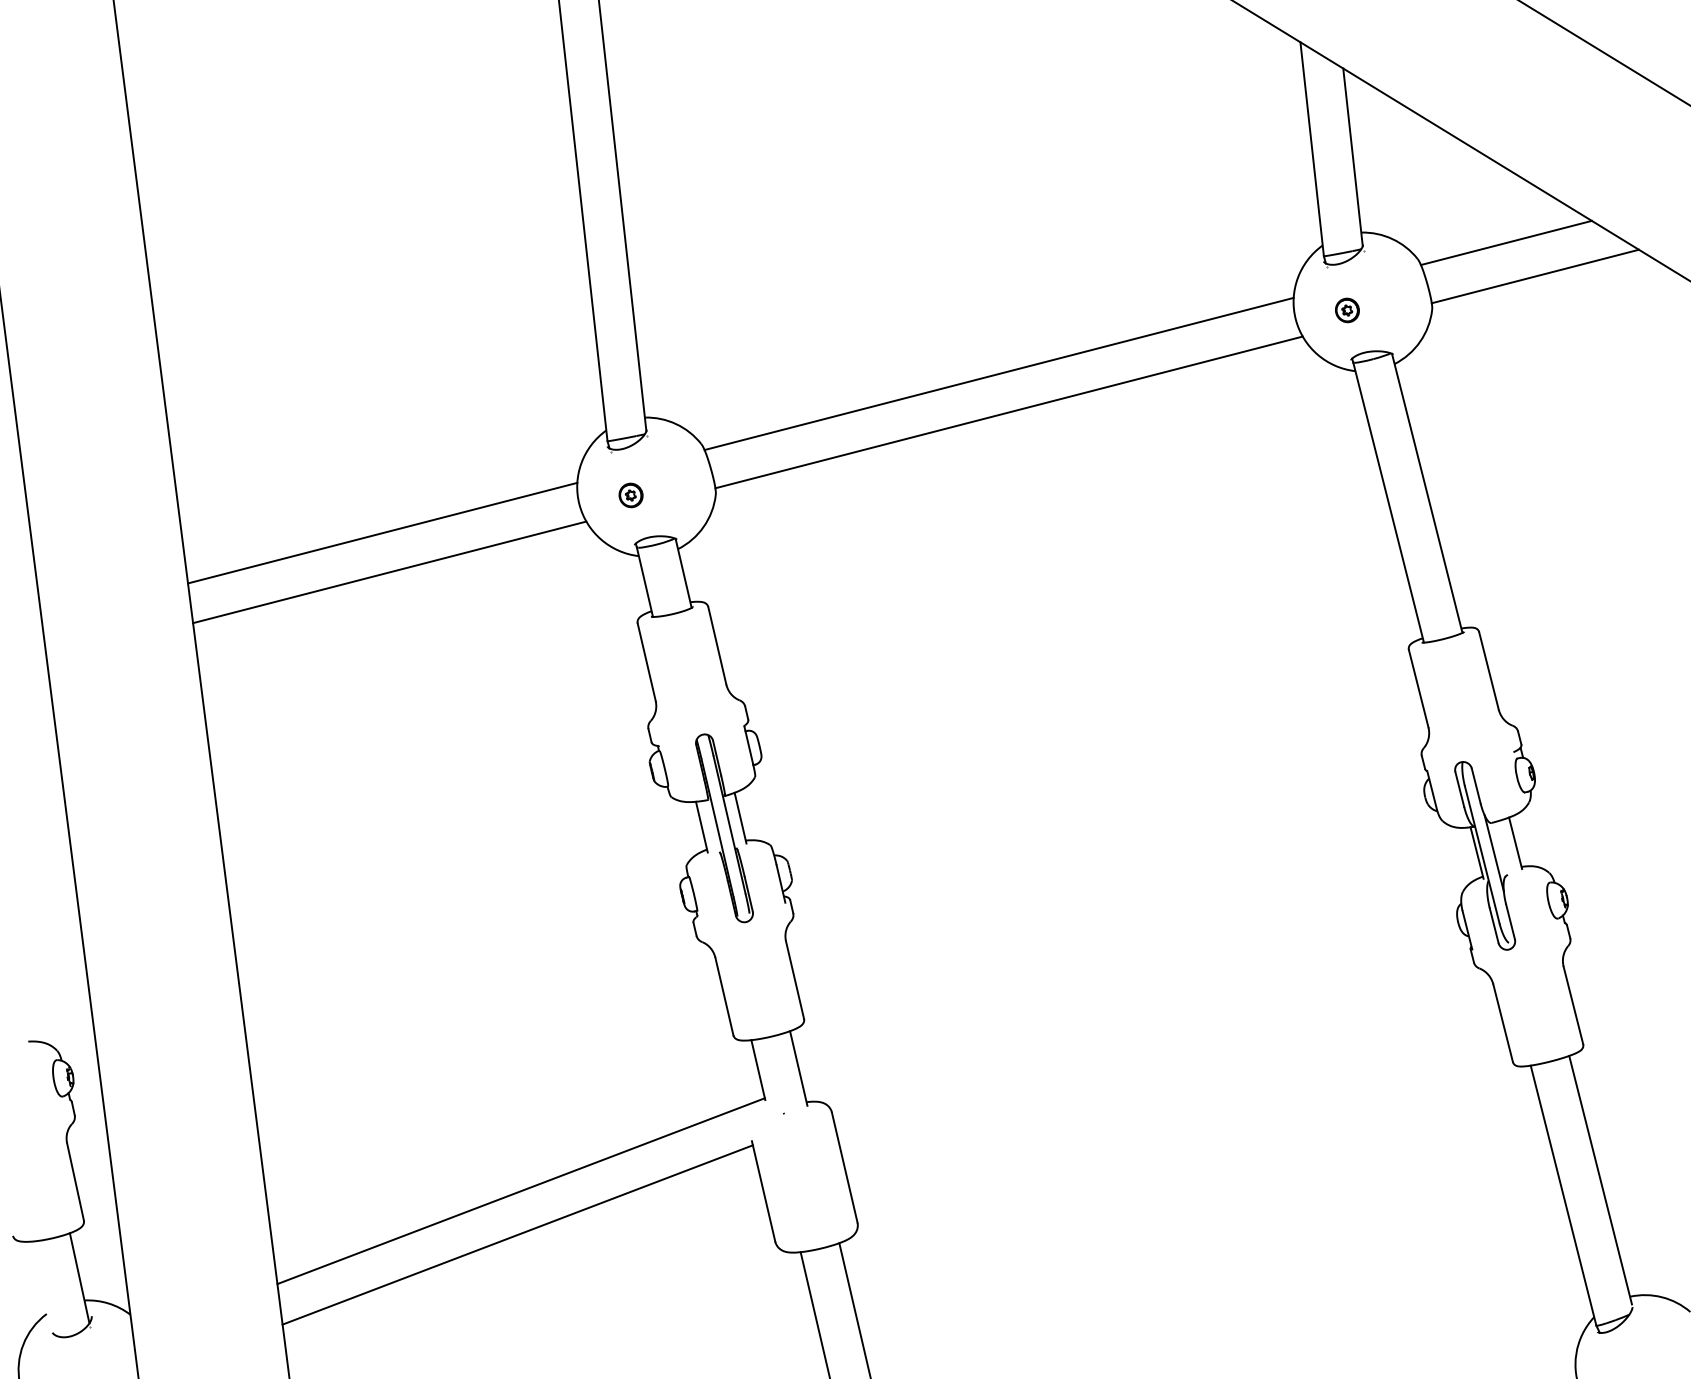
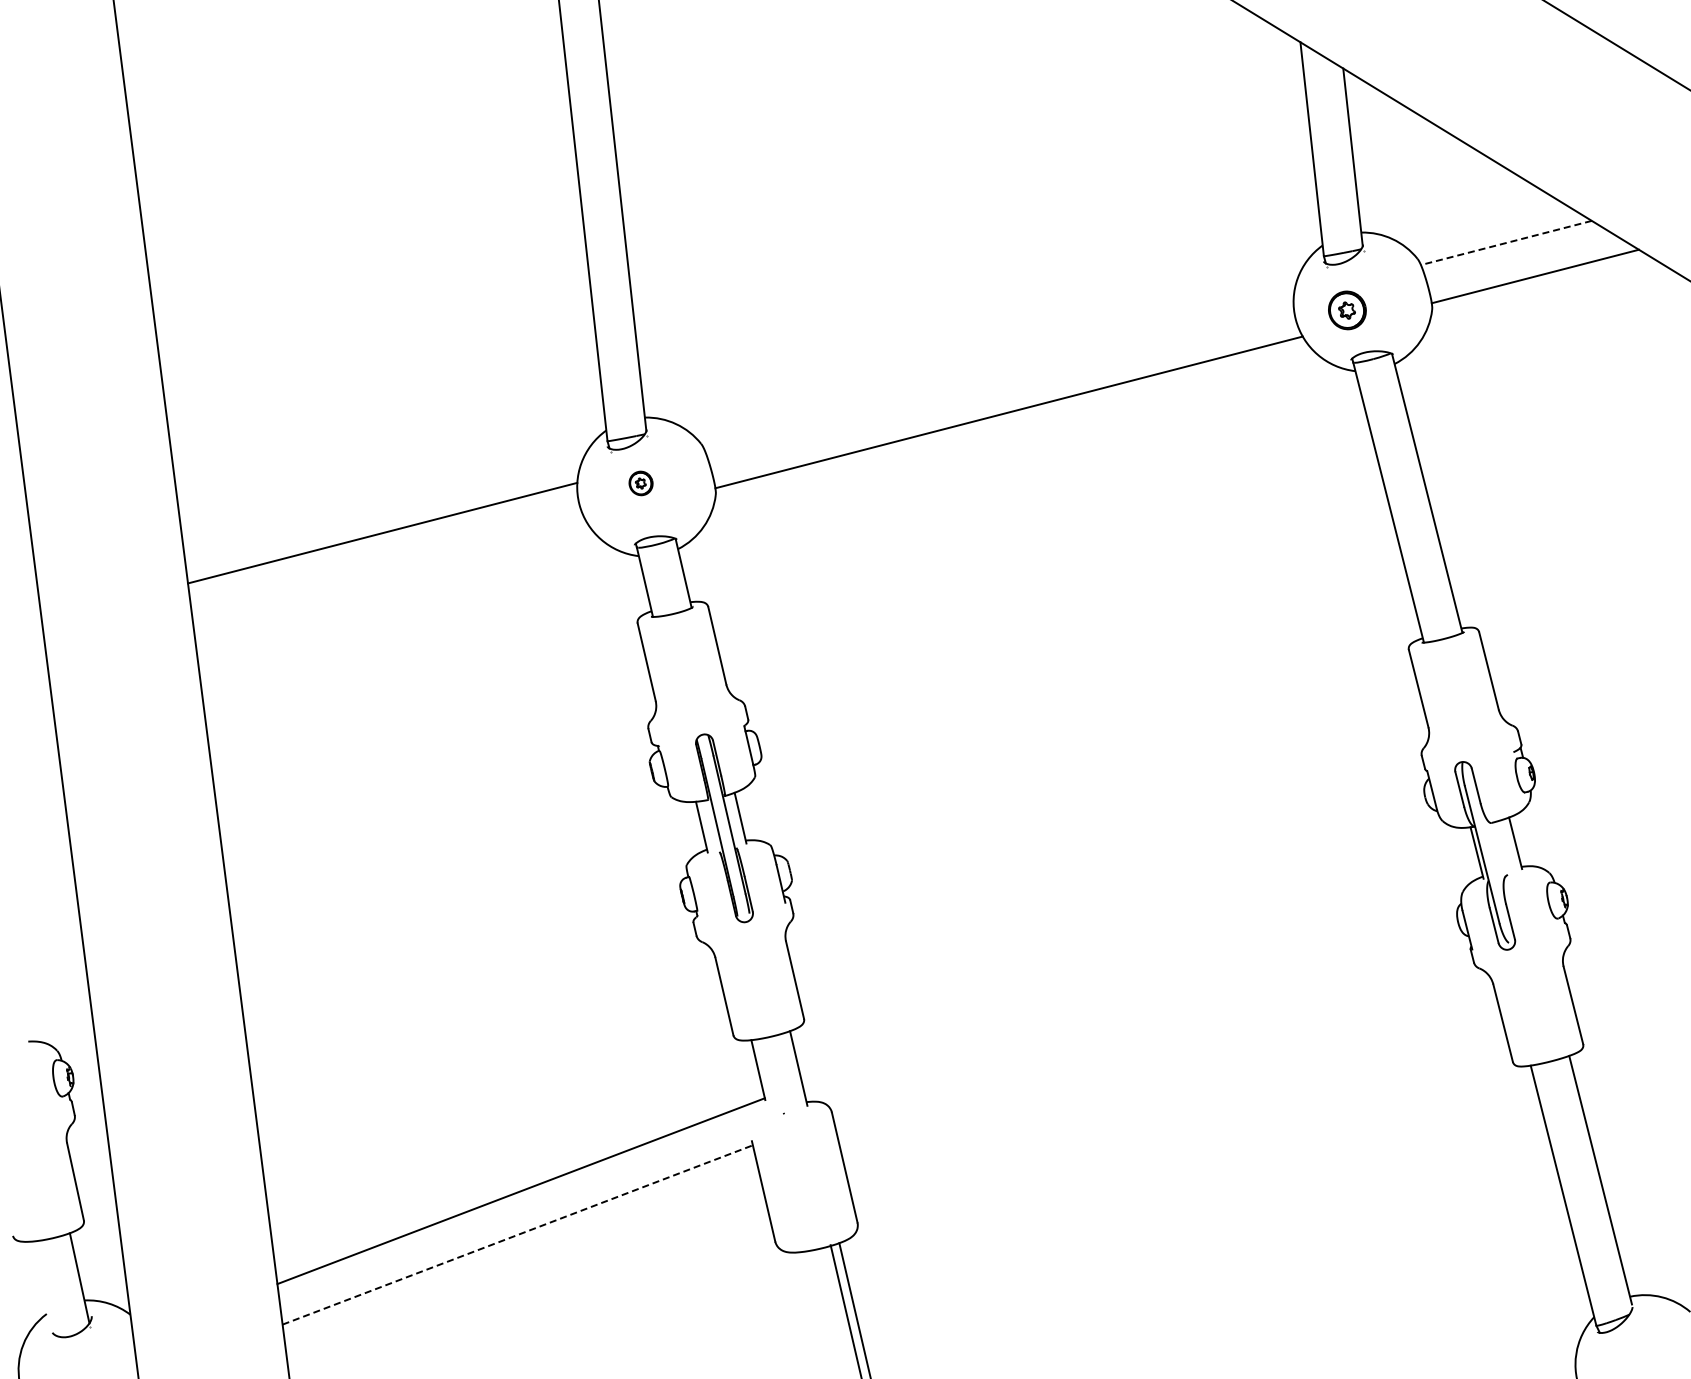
line at (1604, 53) position: (1604, 53) -> (1616, 45)
line at (1505, 243): solid -> dashed
part at (1347, 310) size: 25x27 px -> 39x41 px
line at (998, 373): present -> none
part at (630, 495) position: (630, 495) -> (640, 483)
line at (389, 572): present -> none
line at (1493, 853): present -> none
line at (517, 1234): solid -> dashed
line at (814, 1313) position: (814, 1313) -> (845, 1310)
